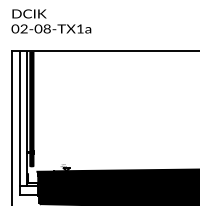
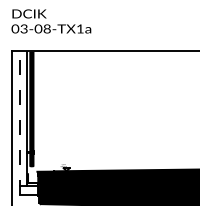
text at (23, 30): 02-08-TX1a -> 03-08-TX1a
line at (19, 122): solid -> dashed
